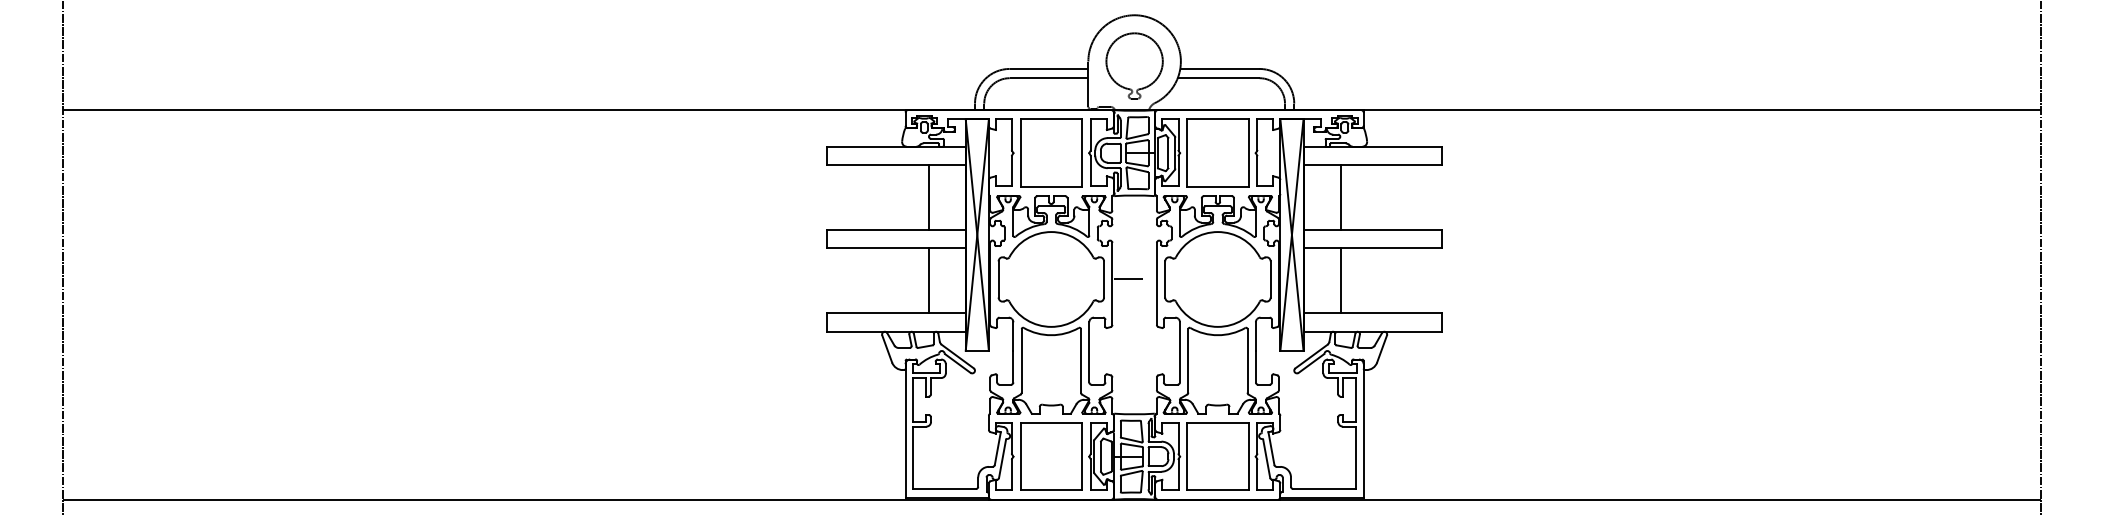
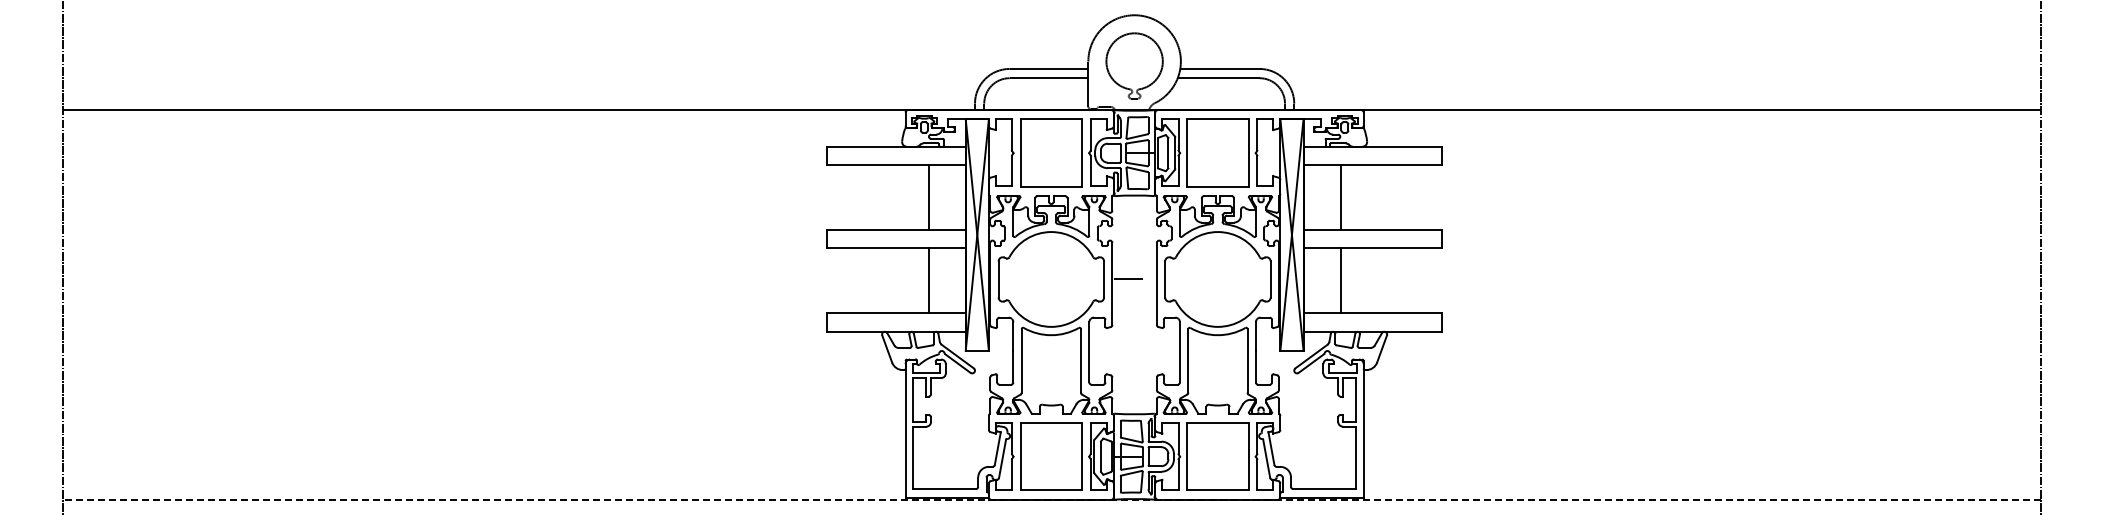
line at (1051, 499): solid -> dashed
